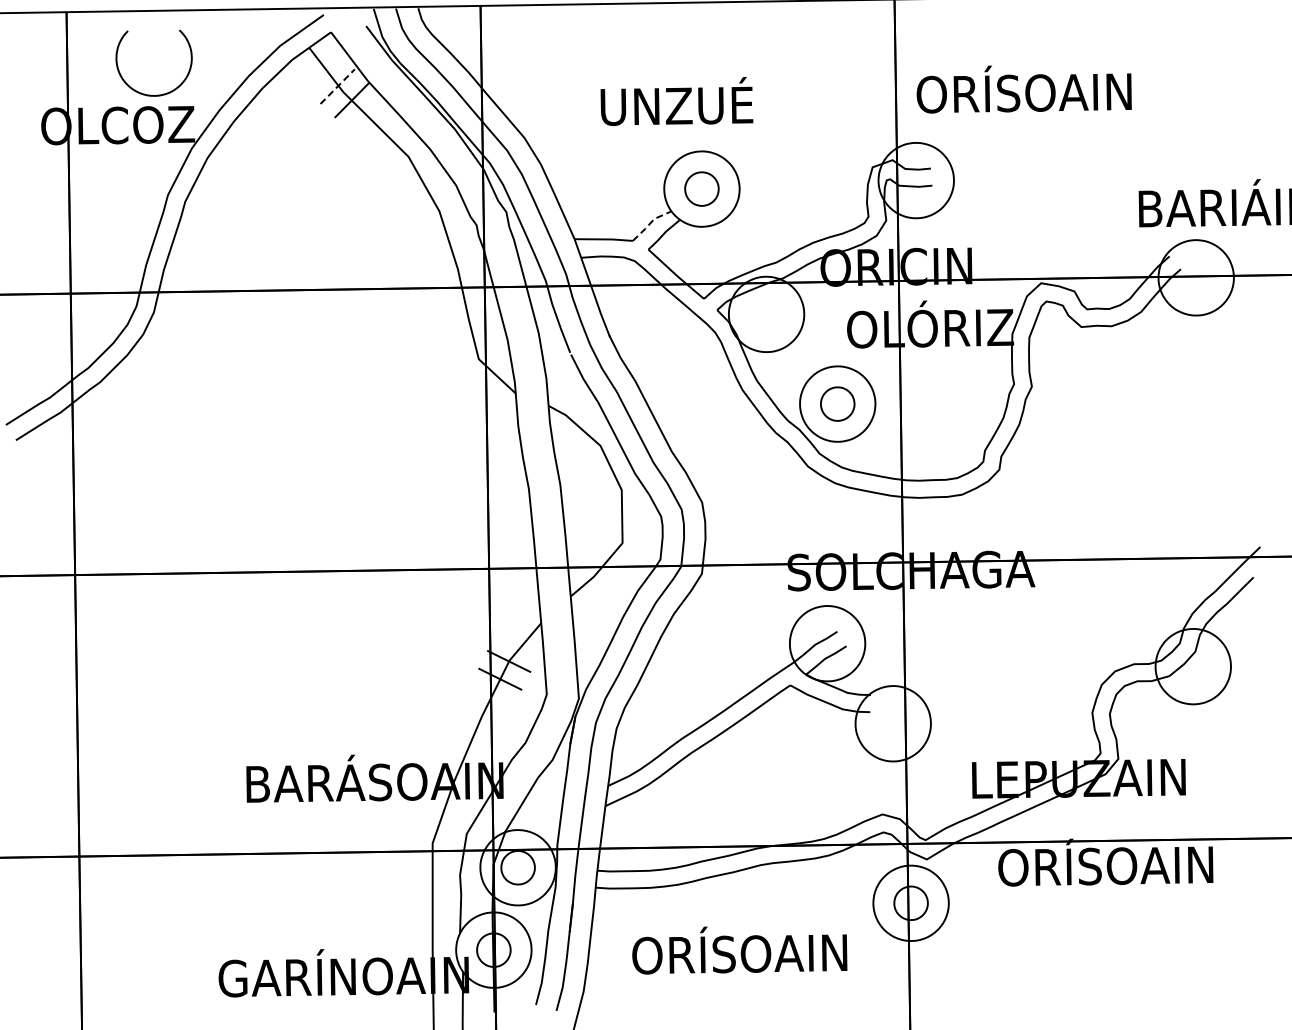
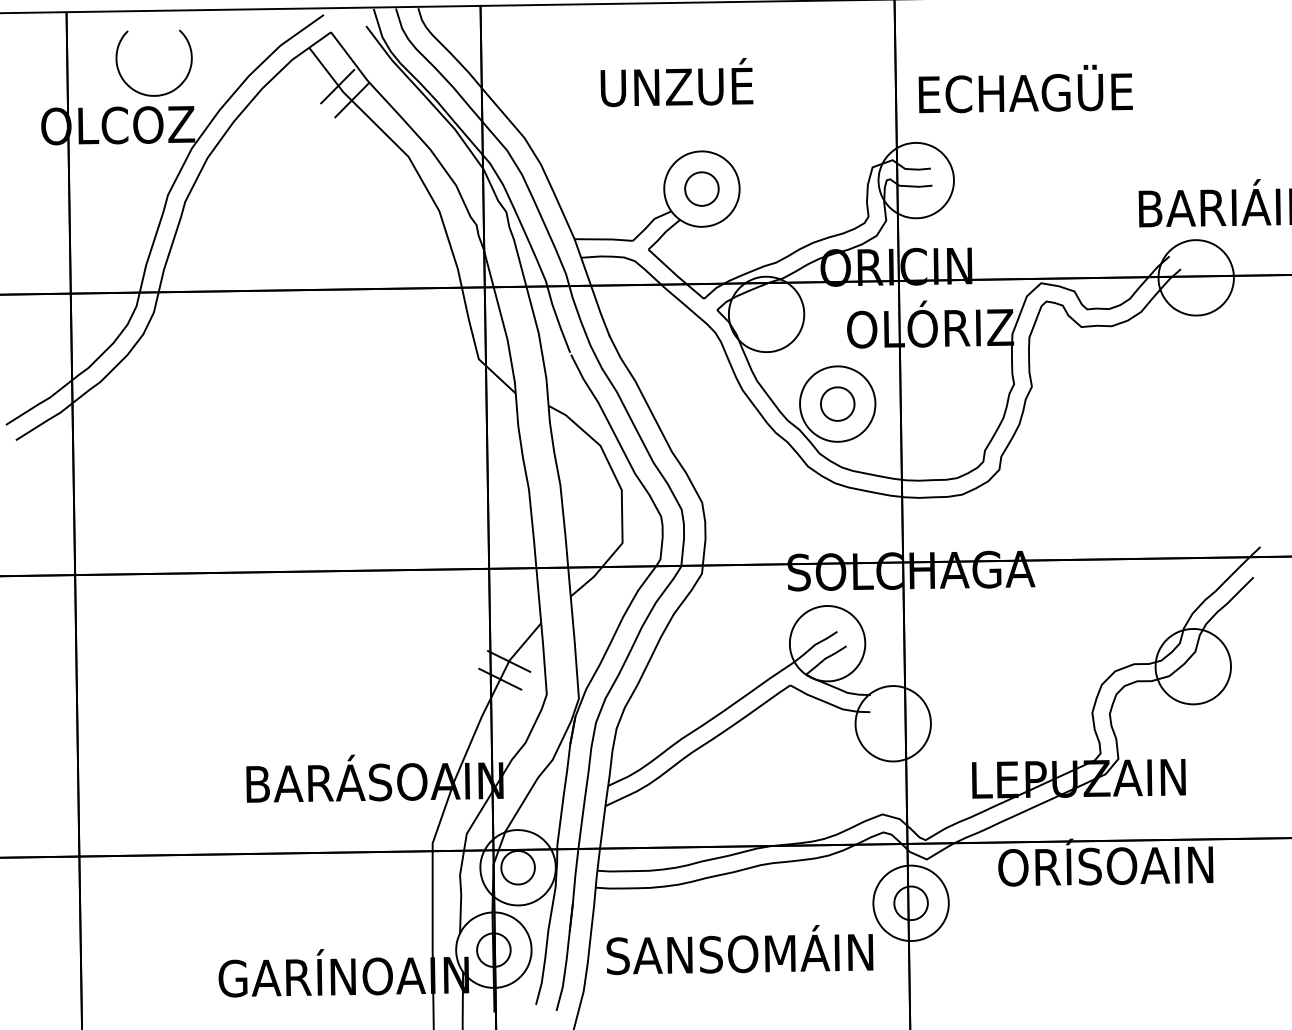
line at (338, 86): dashed -> solid
text at (1024, 88): ORÍSOAIN -> ECHAGÜE
text at (676, 101) position: (676, 101) -> (676, 82)
line at (650, 223): dashed -> solid
text at (739, 950): ORÍSOAIN -> SANSOMÁIN
